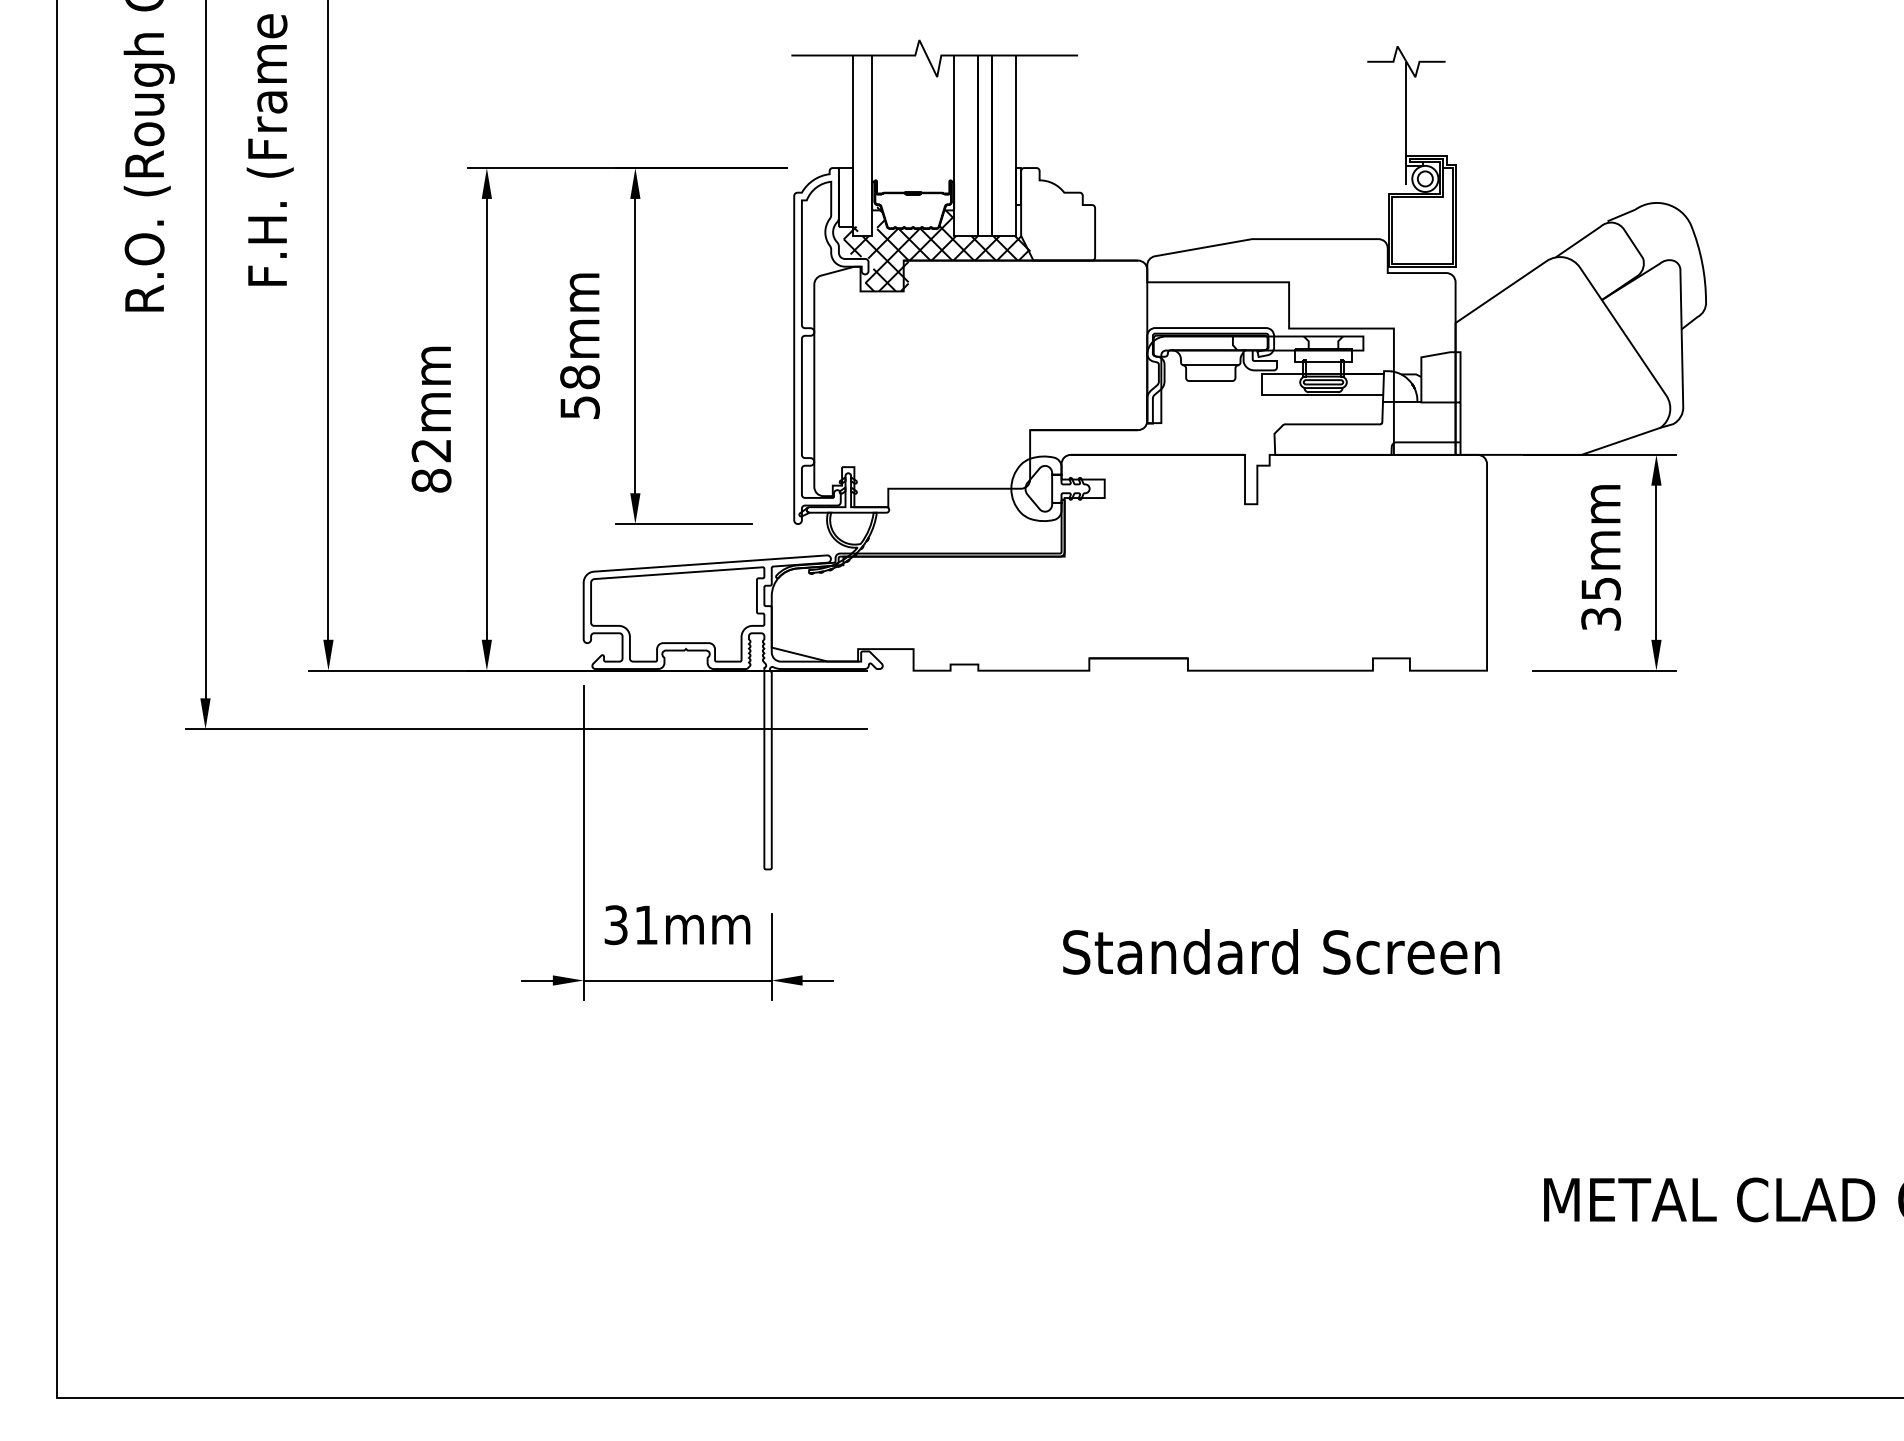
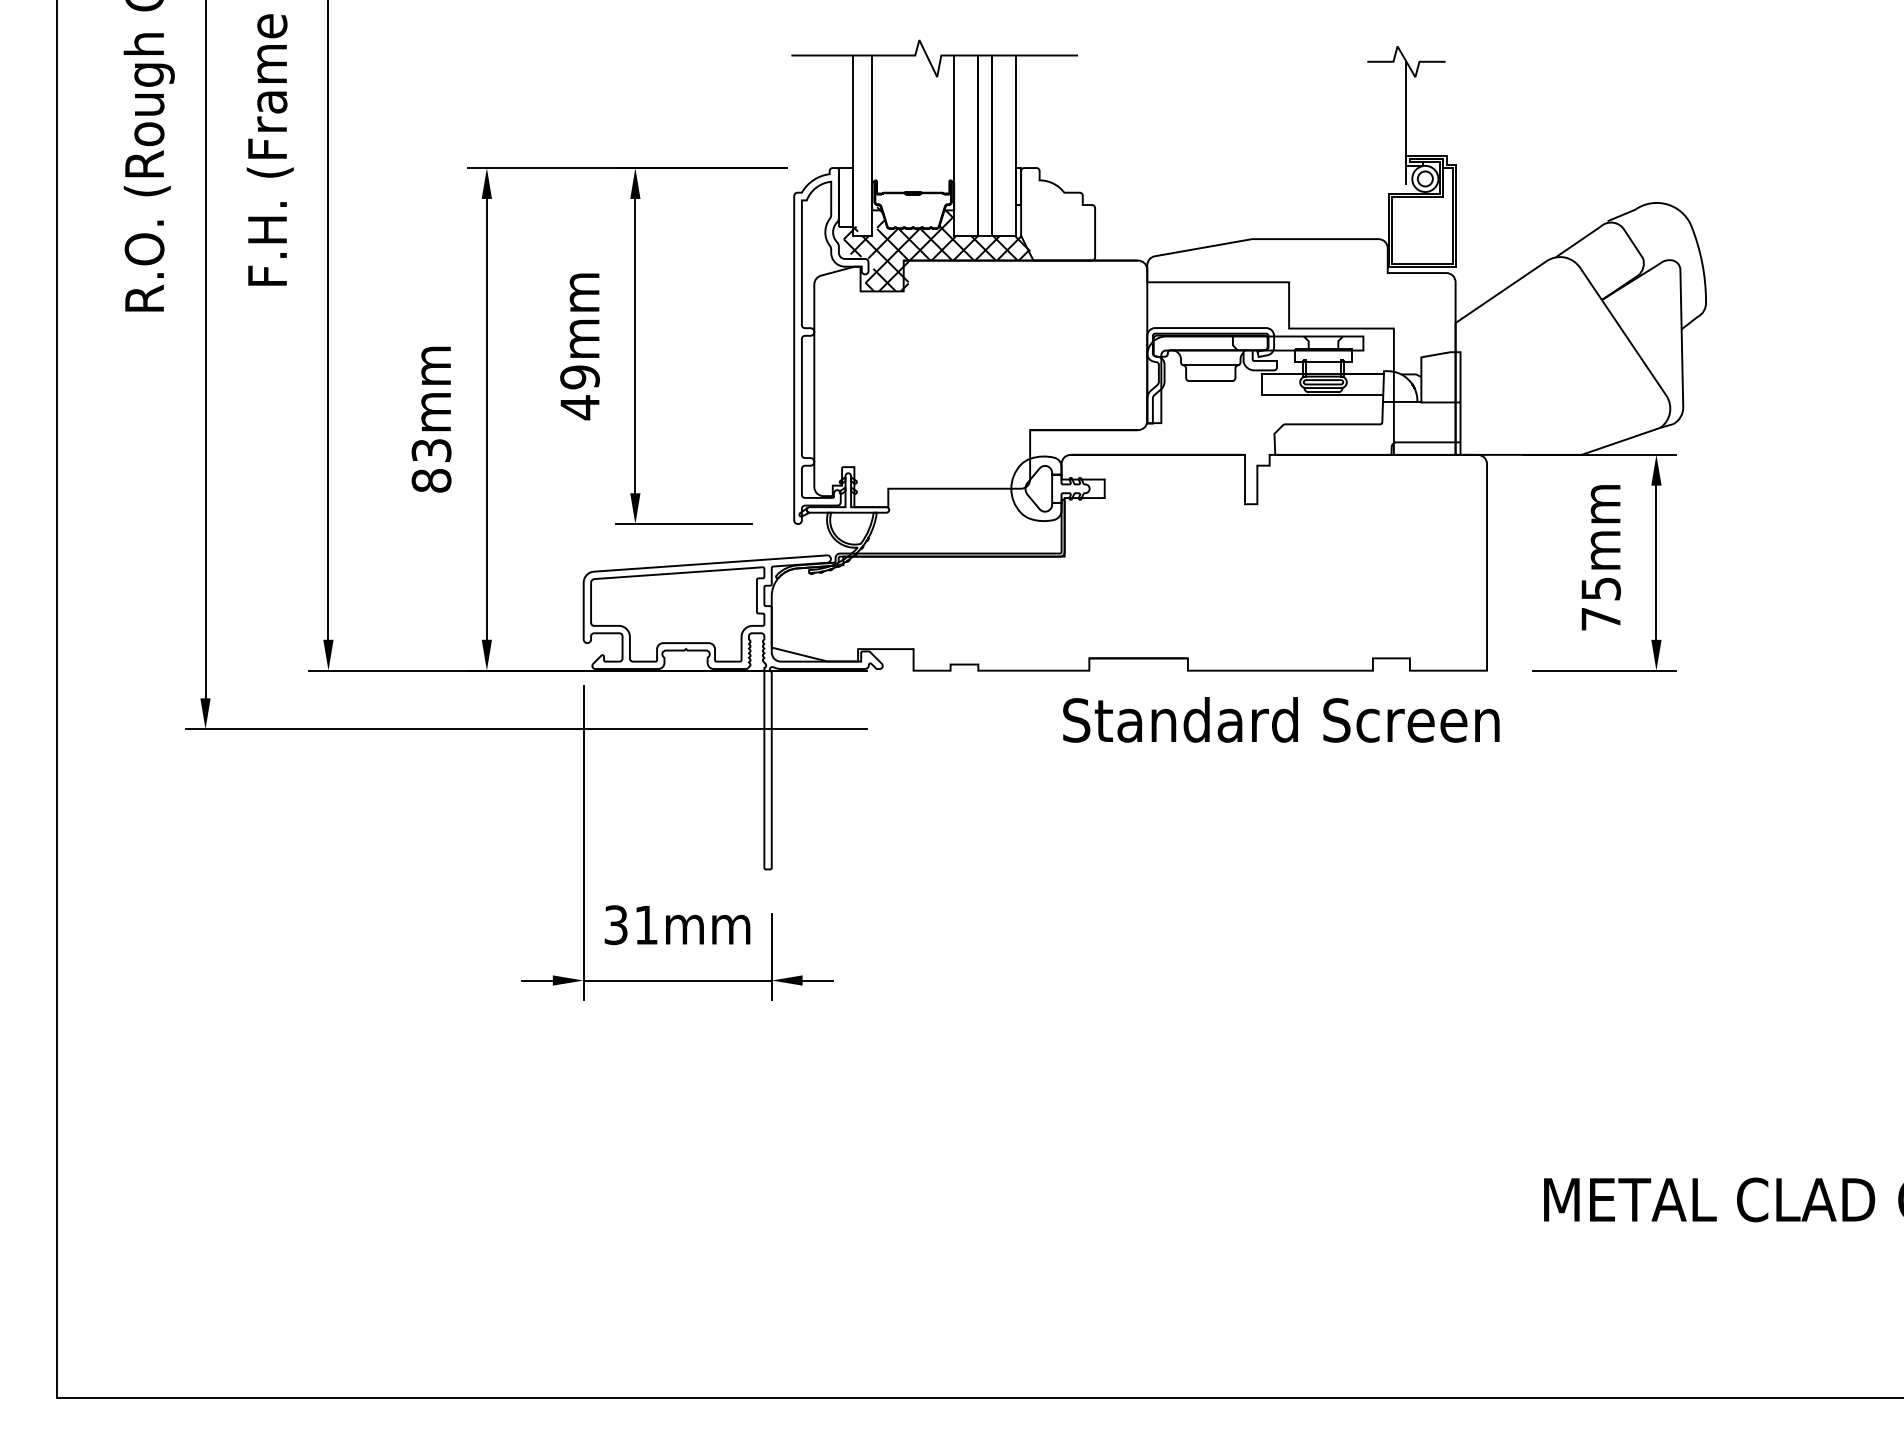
text at (579, 392): 58mm -> 49mm
text at (431, 450): 82mm -> 83mm
text at (1601, 618): 35mm -> 75mm
text at (1281, 951) position: (1281, 951) -> (1281, 719)
